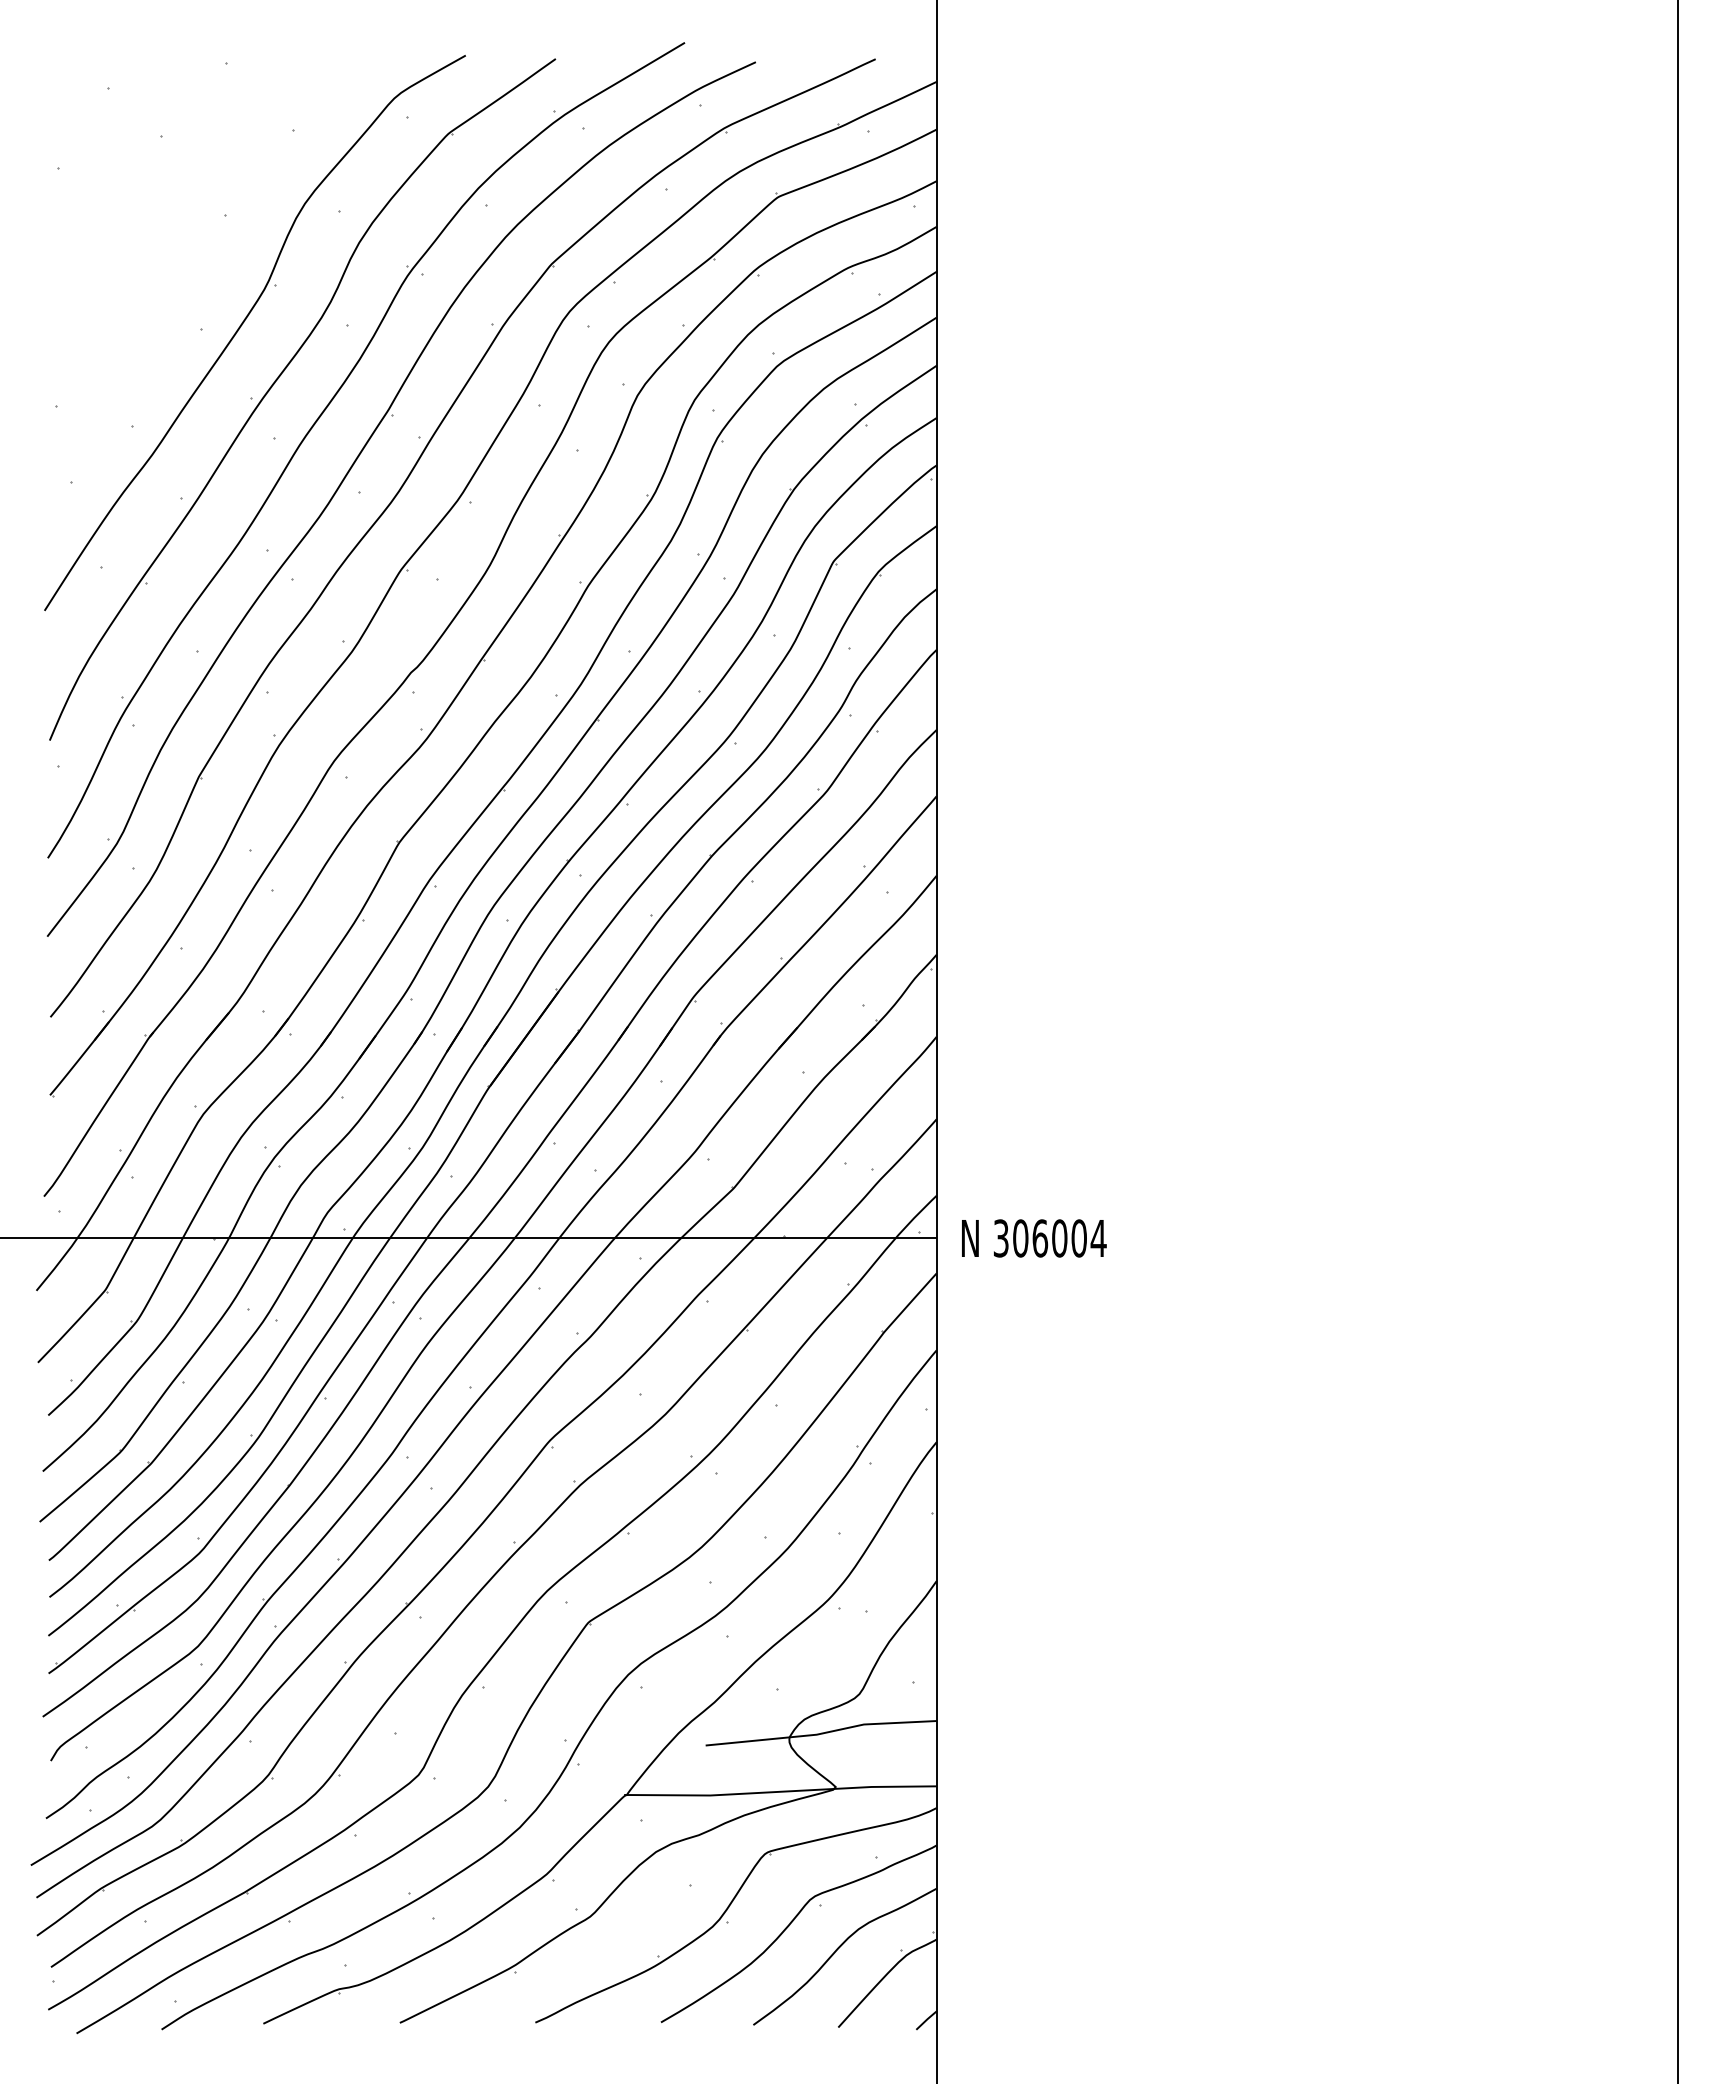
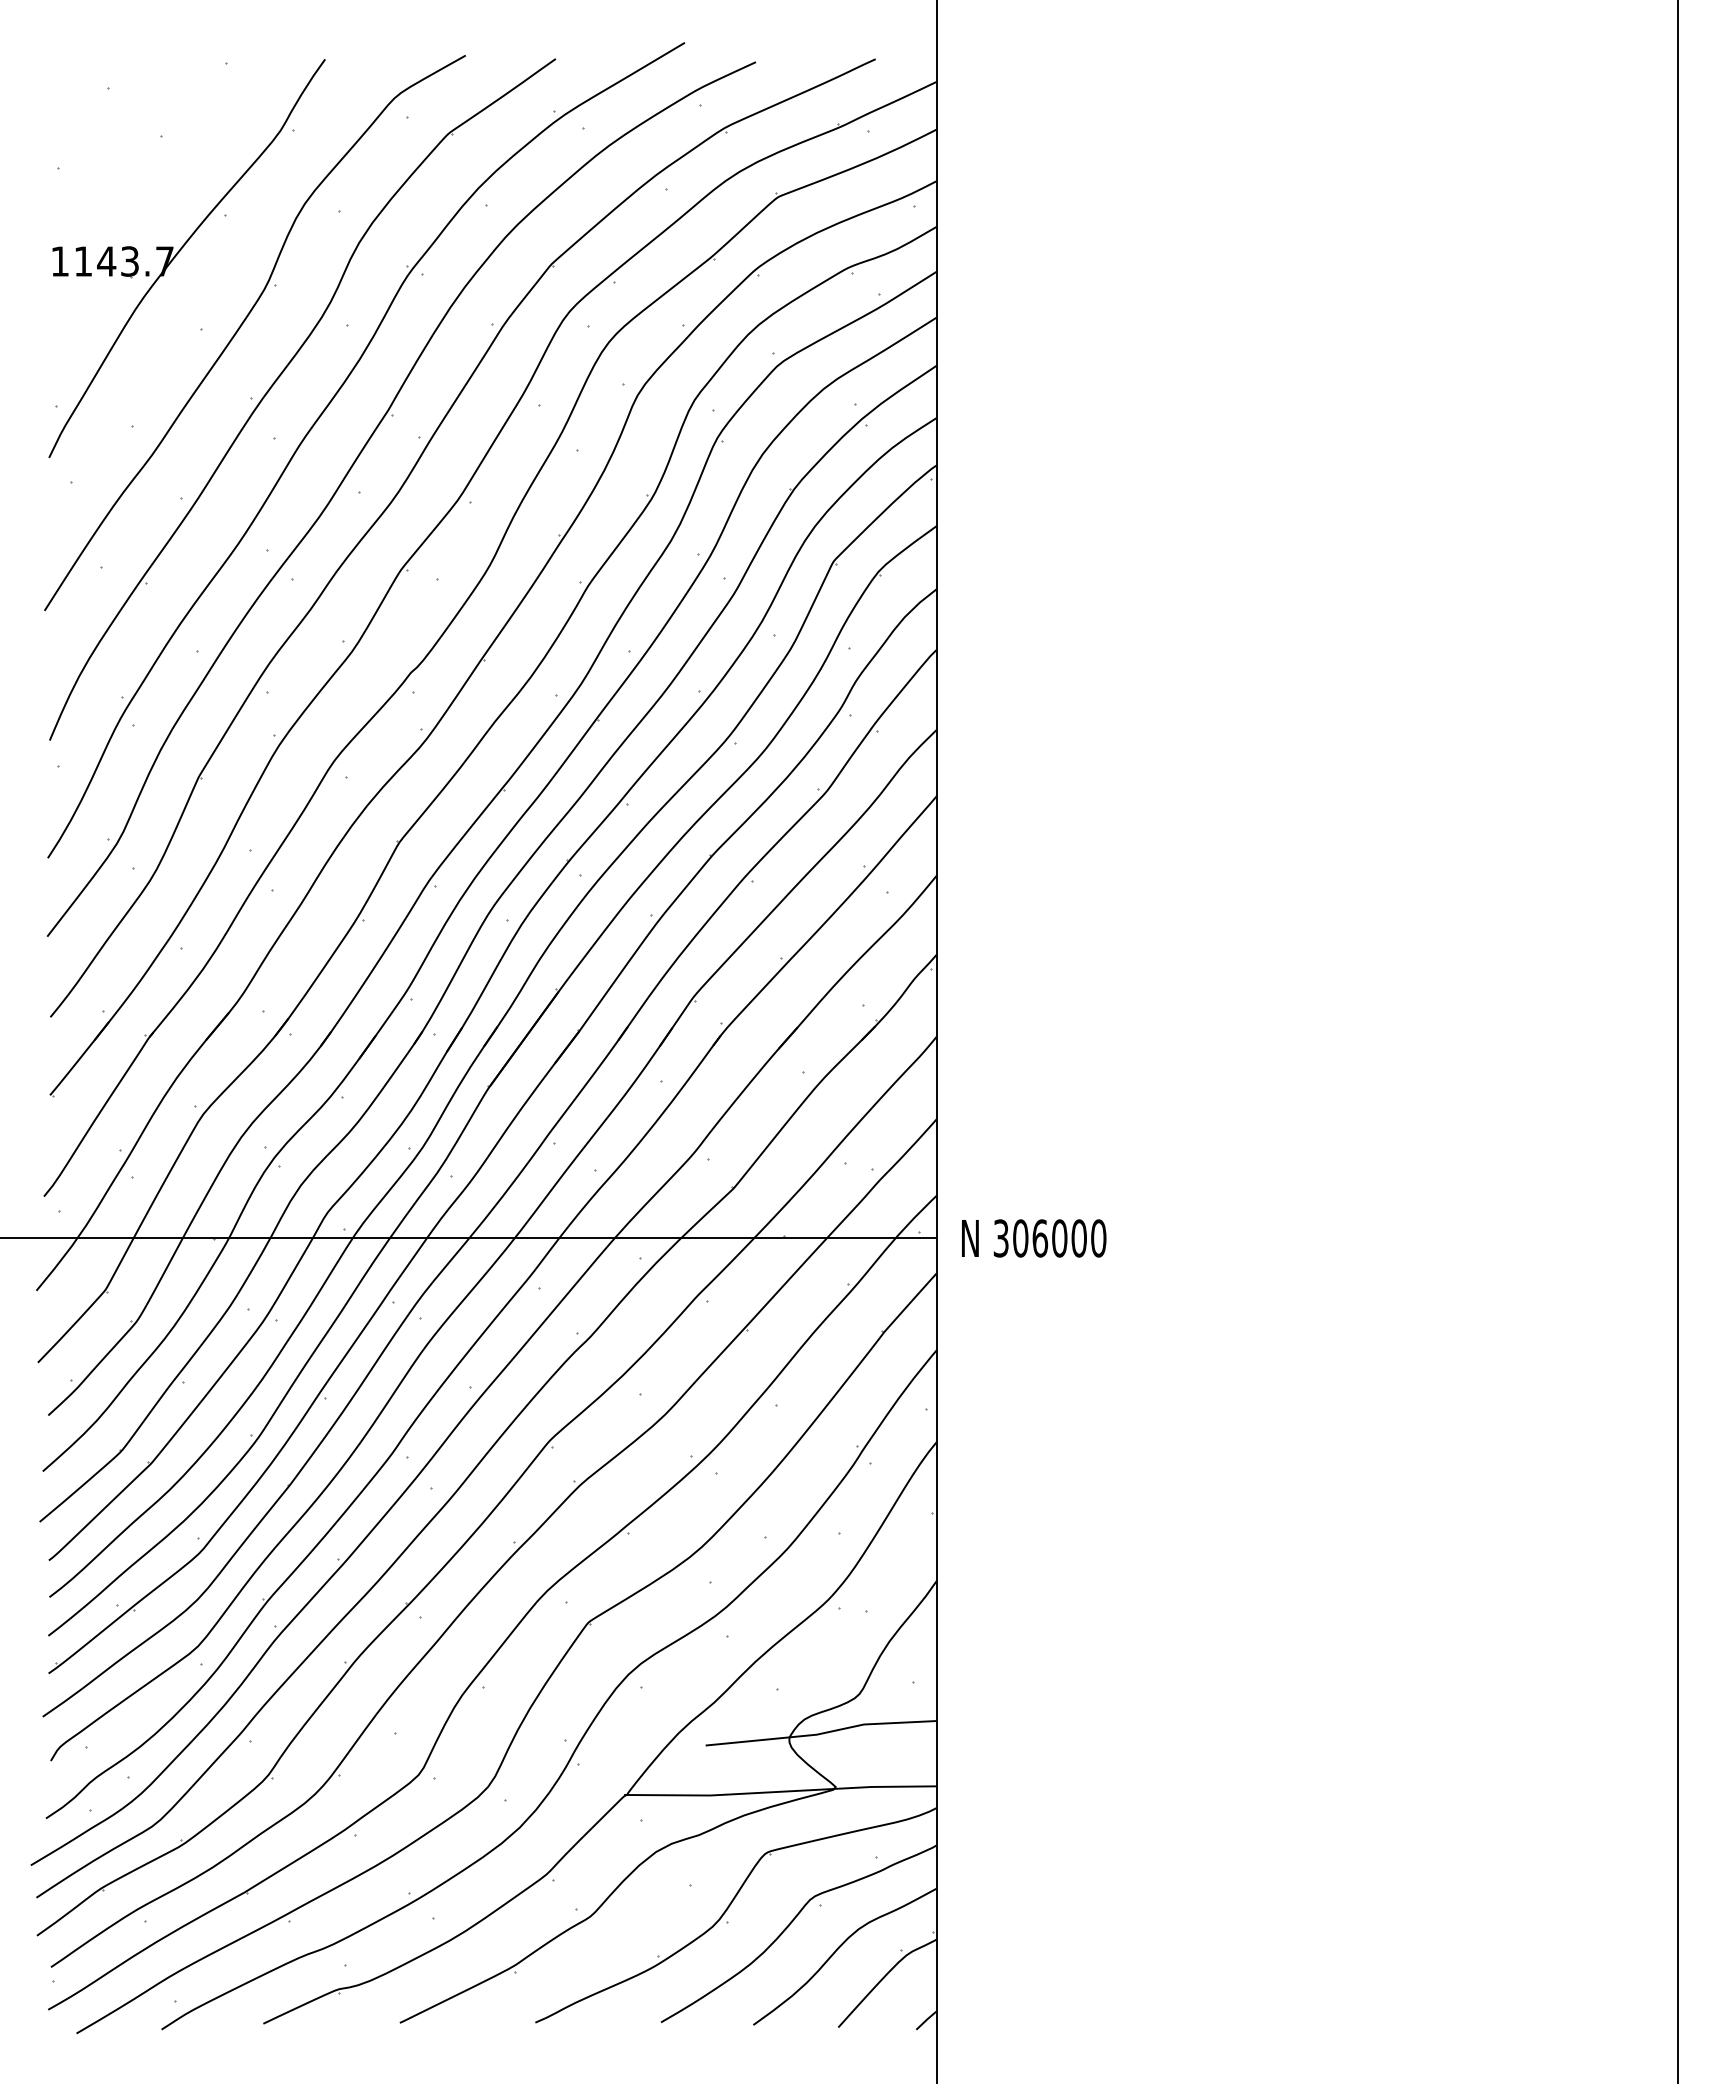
part at (180, 251): none -> present
text at (1098, 1238): 306004 -> 306000
